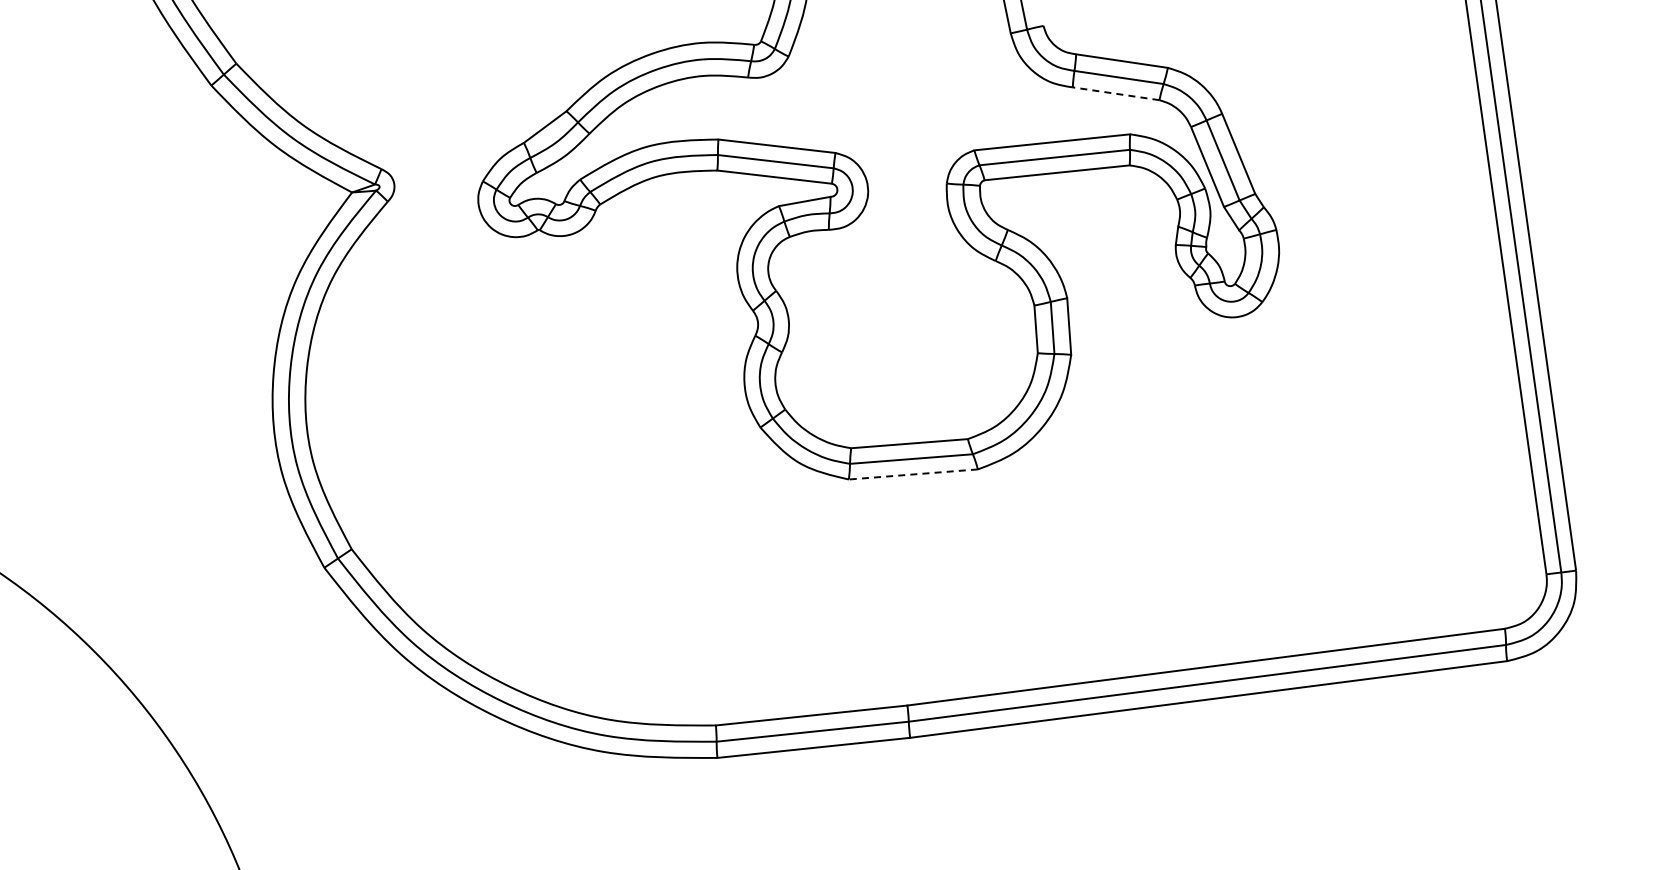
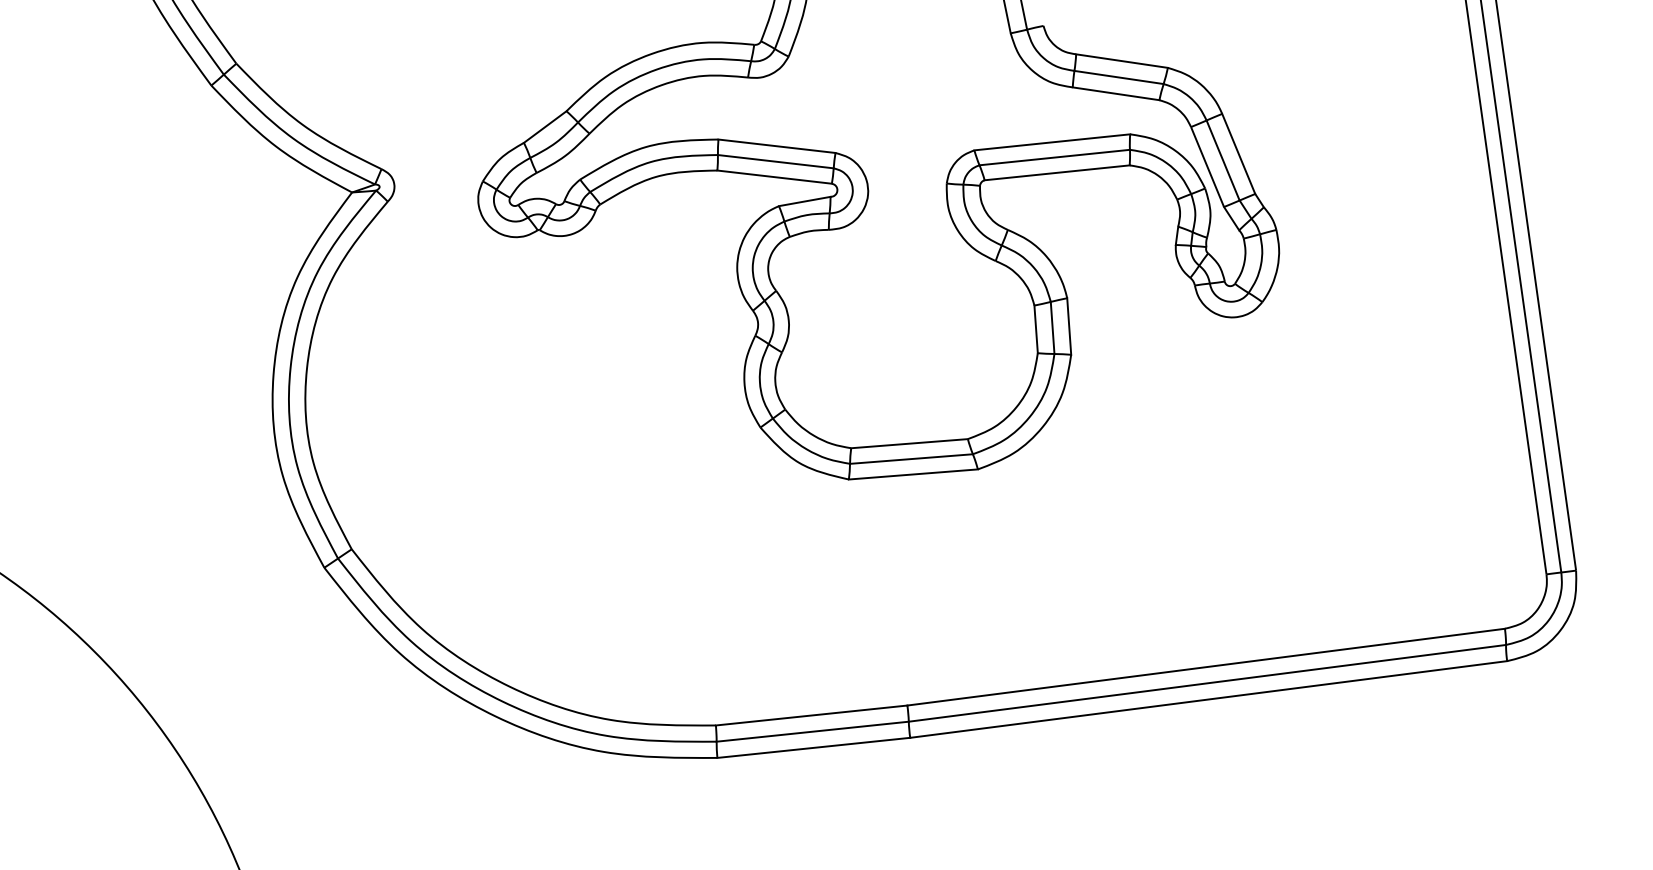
line at (1116, 93): dashed -> solid
line at (913, 474): dashed -> solid
